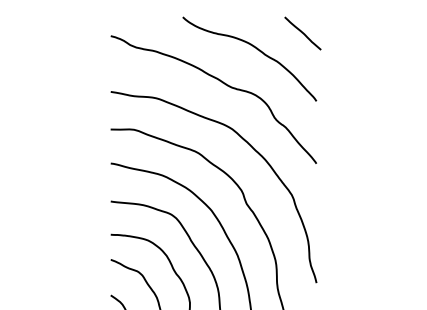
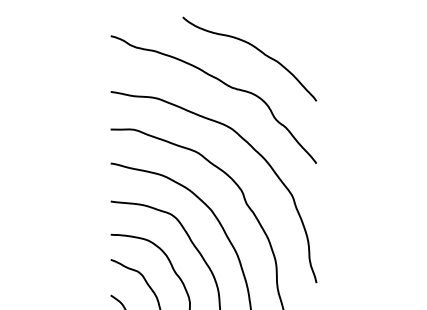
line at (302, 33): present -> none
